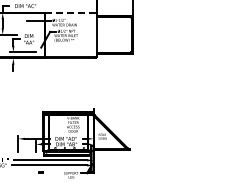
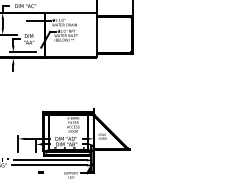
line at (70, 12): dashed -> solid
